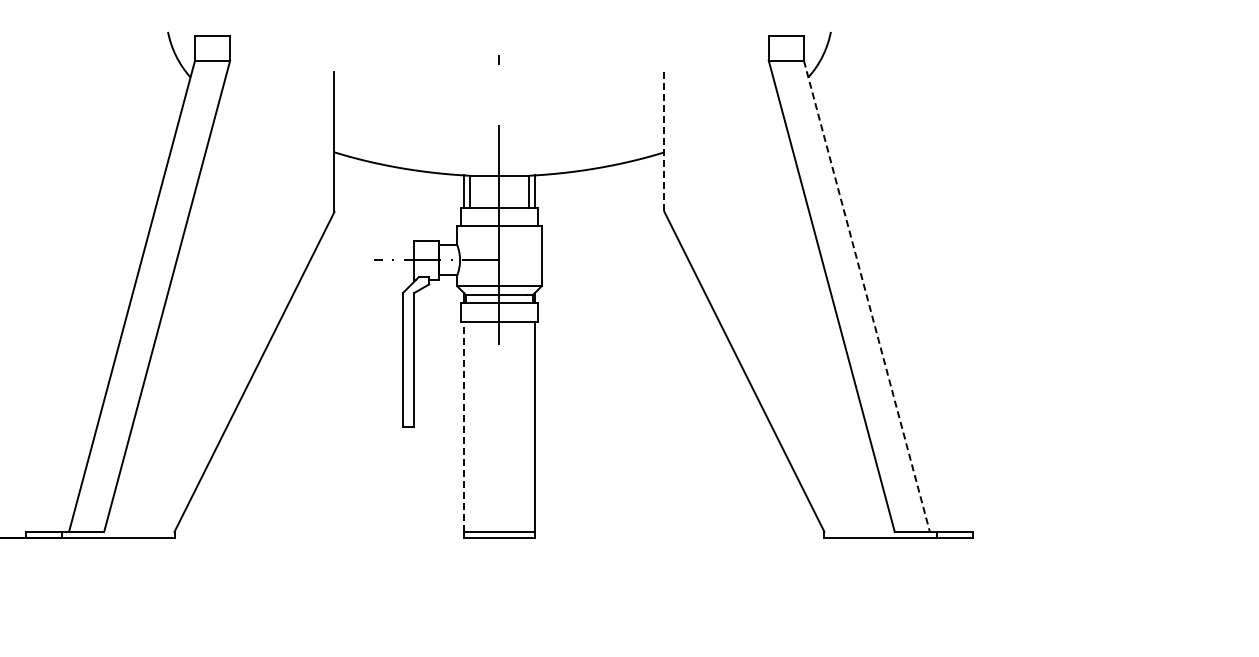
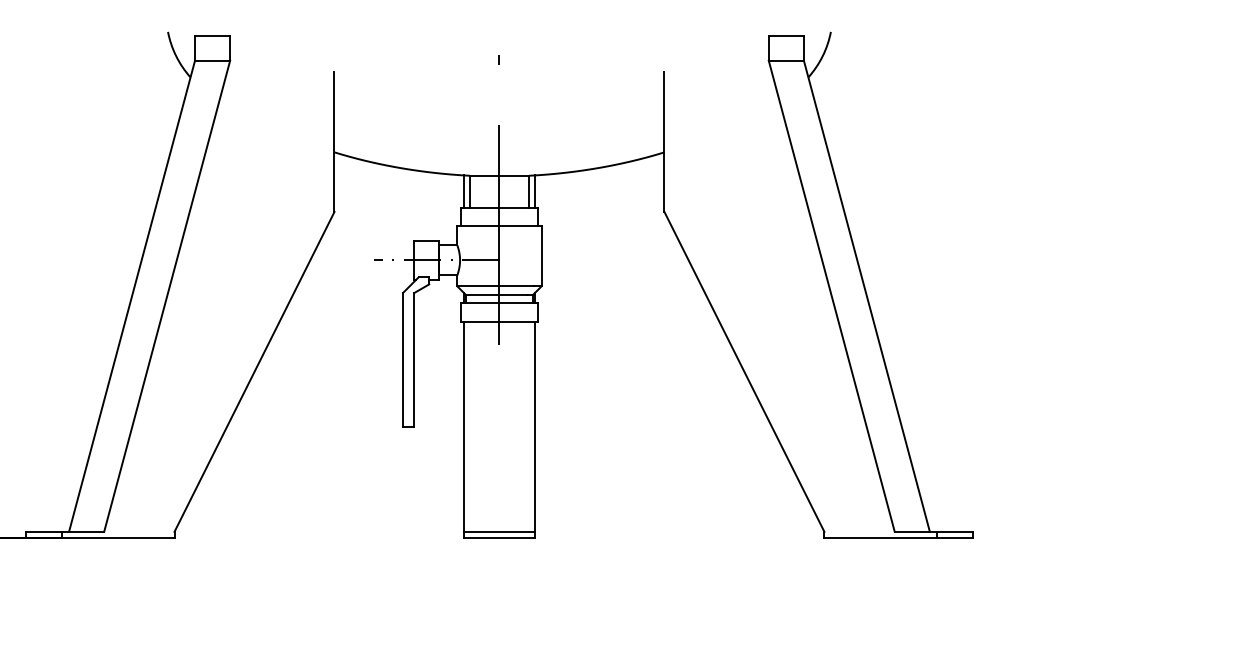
line at (664, 142): dashed -> solid
line at (866, 296): dashed -> solid
line at (464, 426): dashed -> solid
